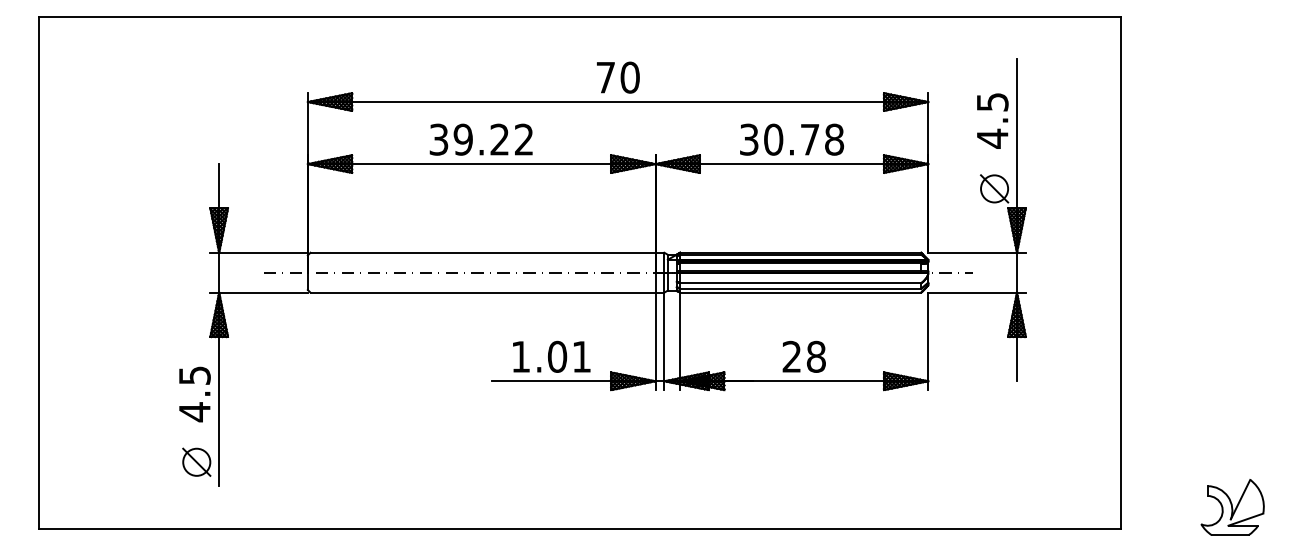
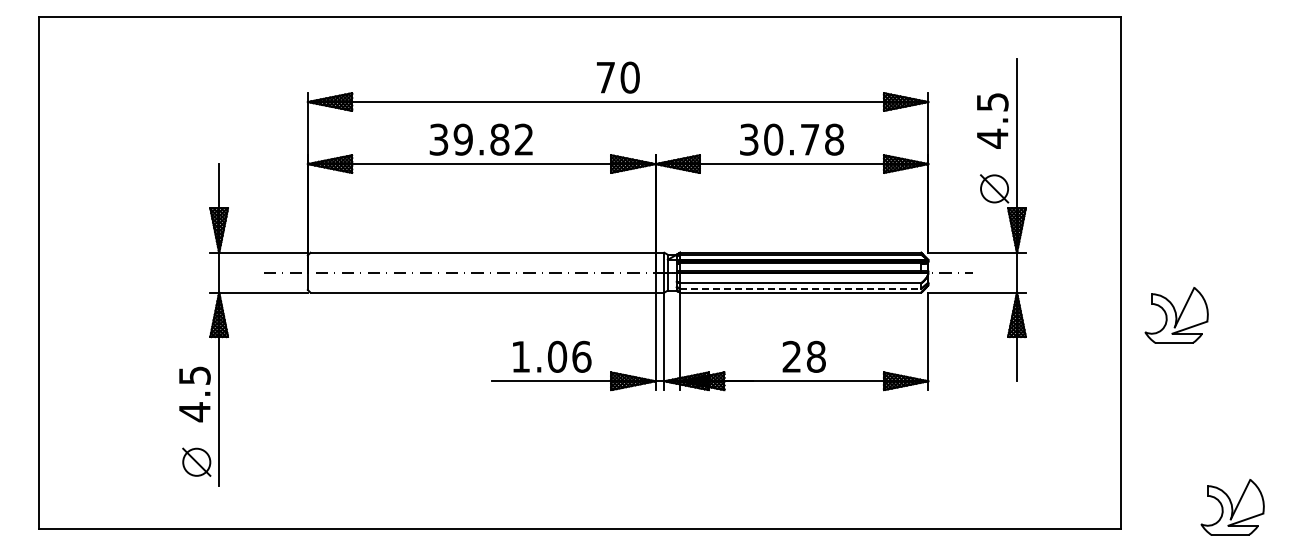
text at (499, 139): 39.22 -> 39.82
line at (800, 288): solid -> dashed
part at (1176, 315): none -> present
text at (581, 356): 1.01 -> 1.06
